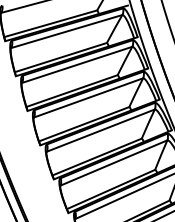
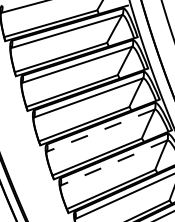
line at (100, 130): solid -> dashed
line at (113, 163): solid -> dashed
